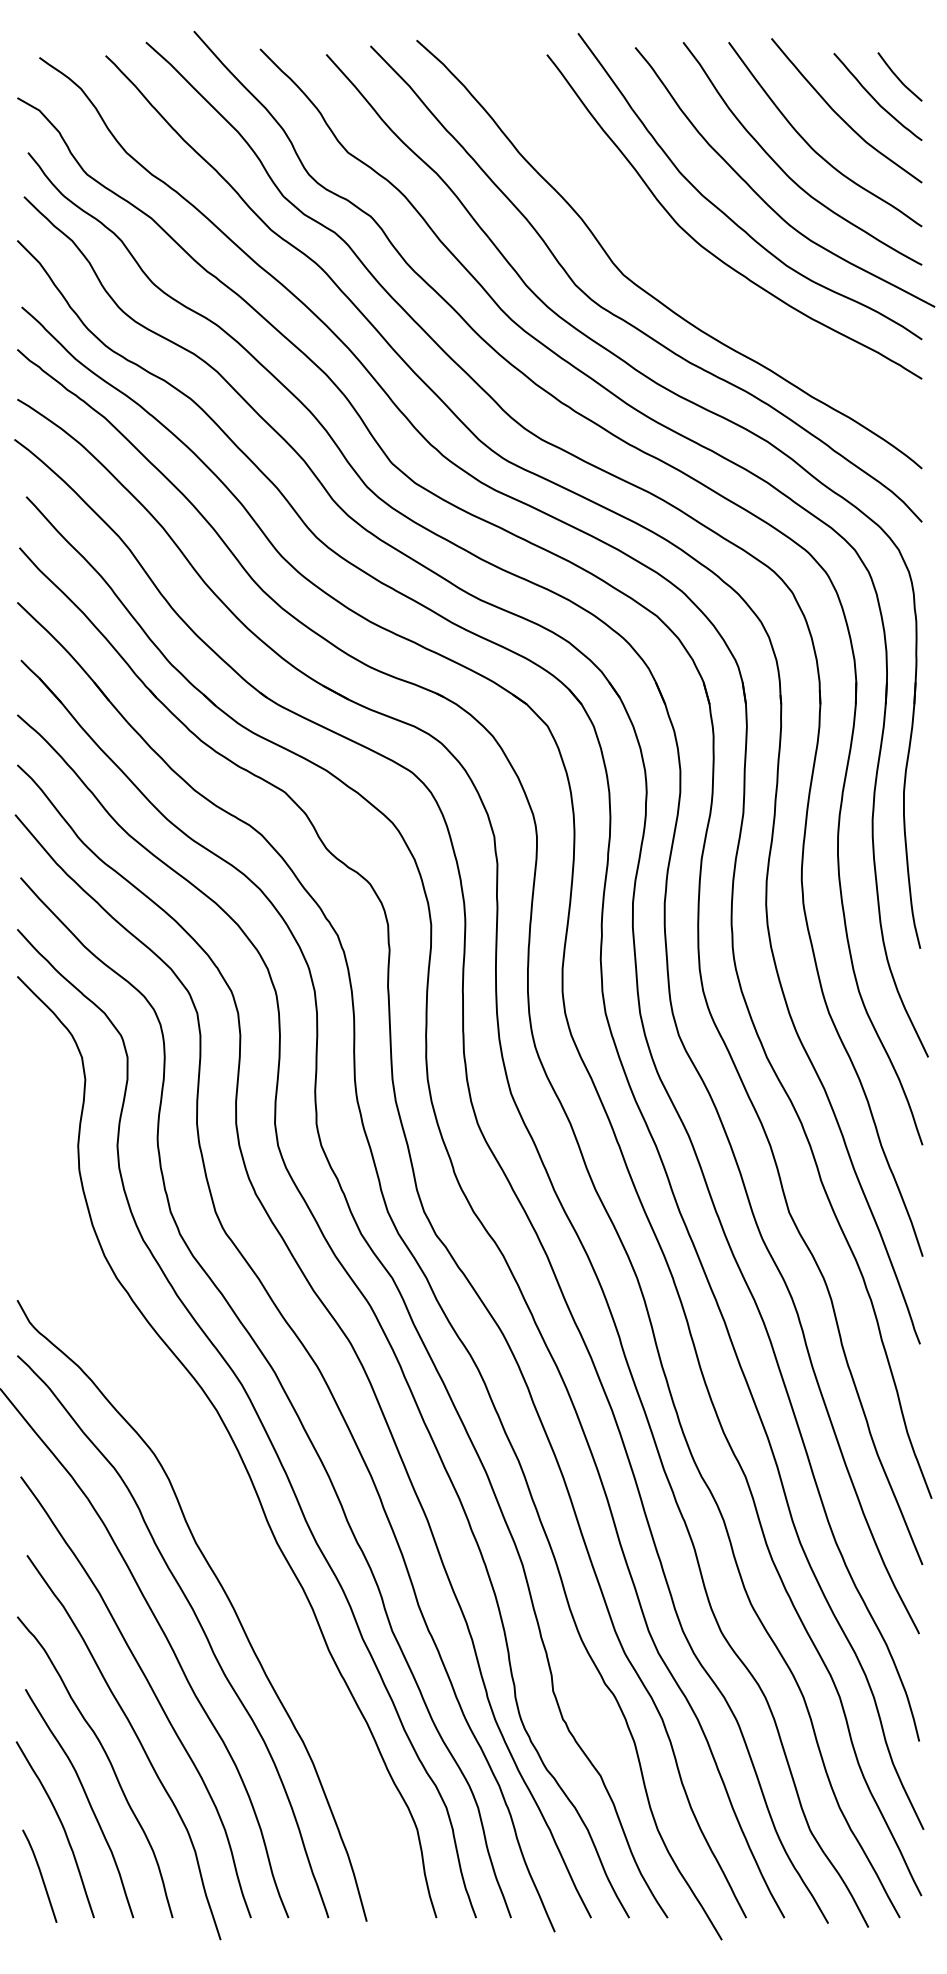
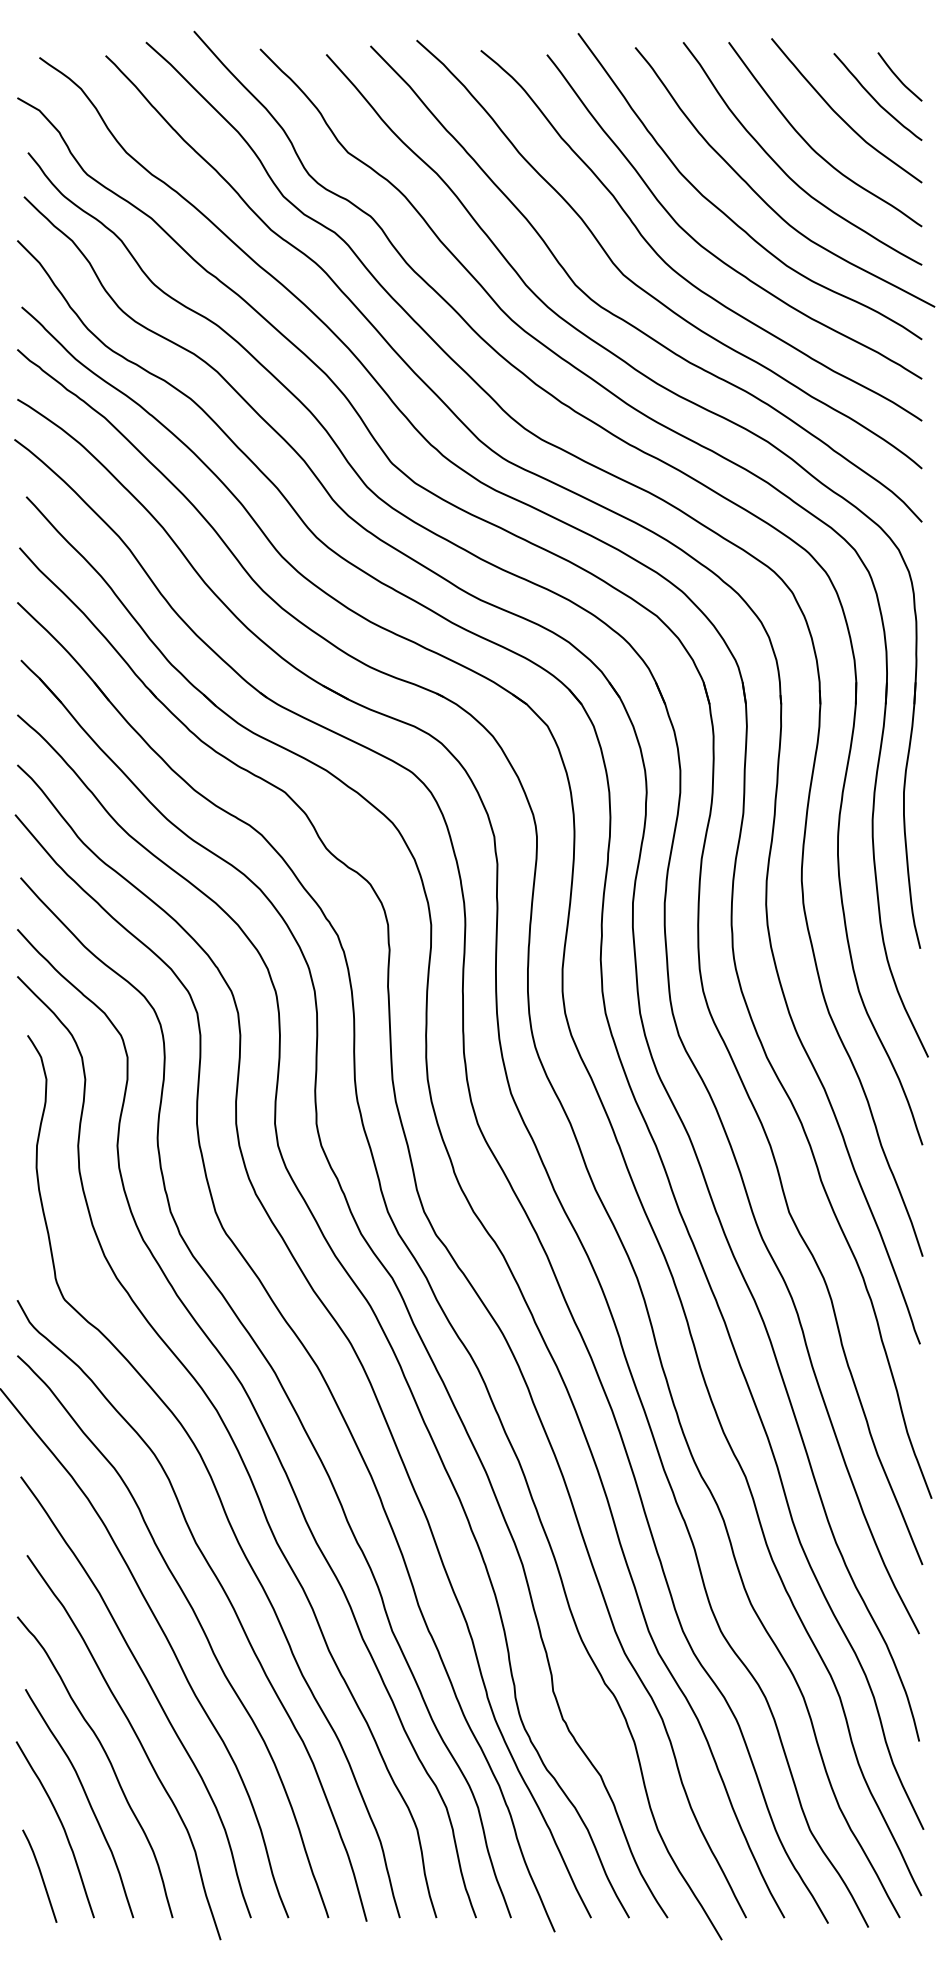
curve at (671, 266): none -> present
curve at (212, 1477): none -> present
